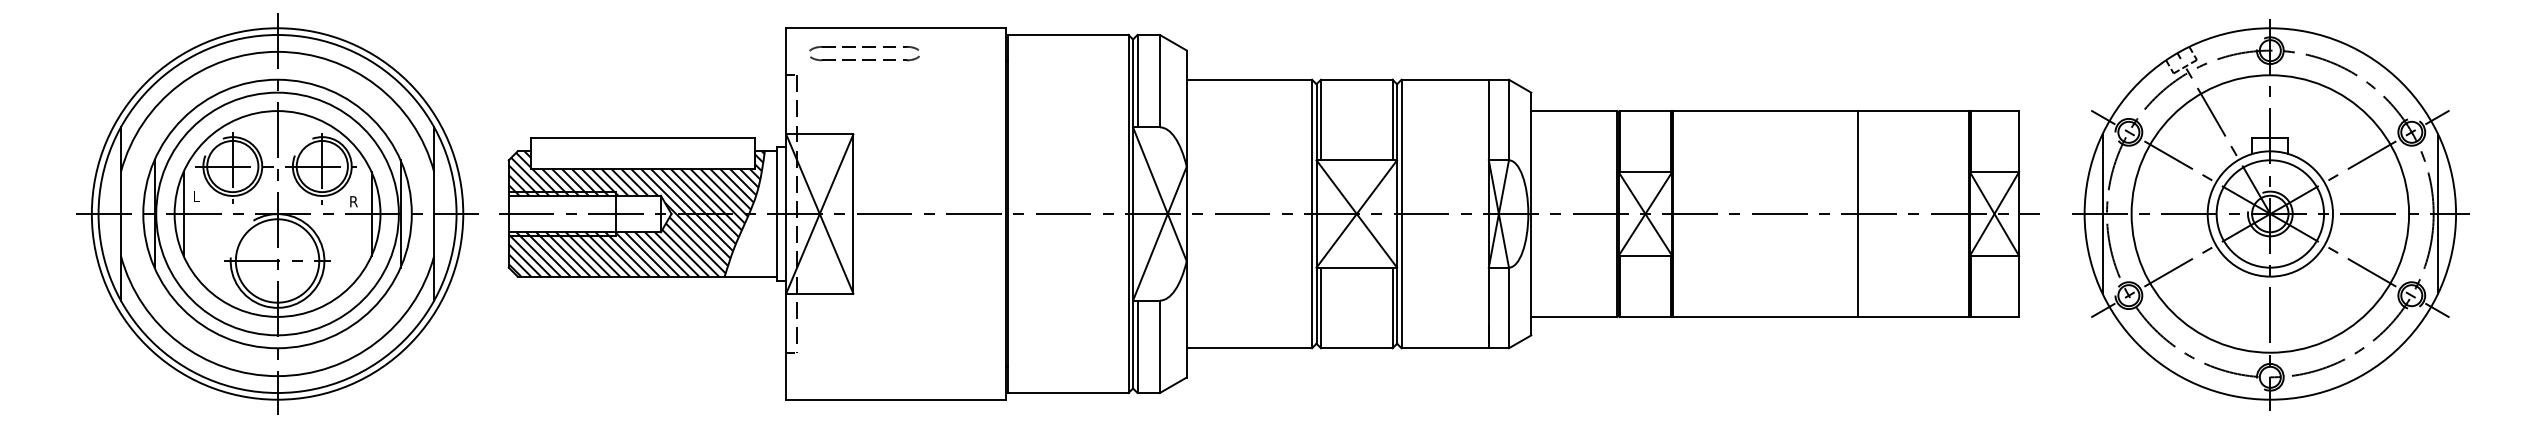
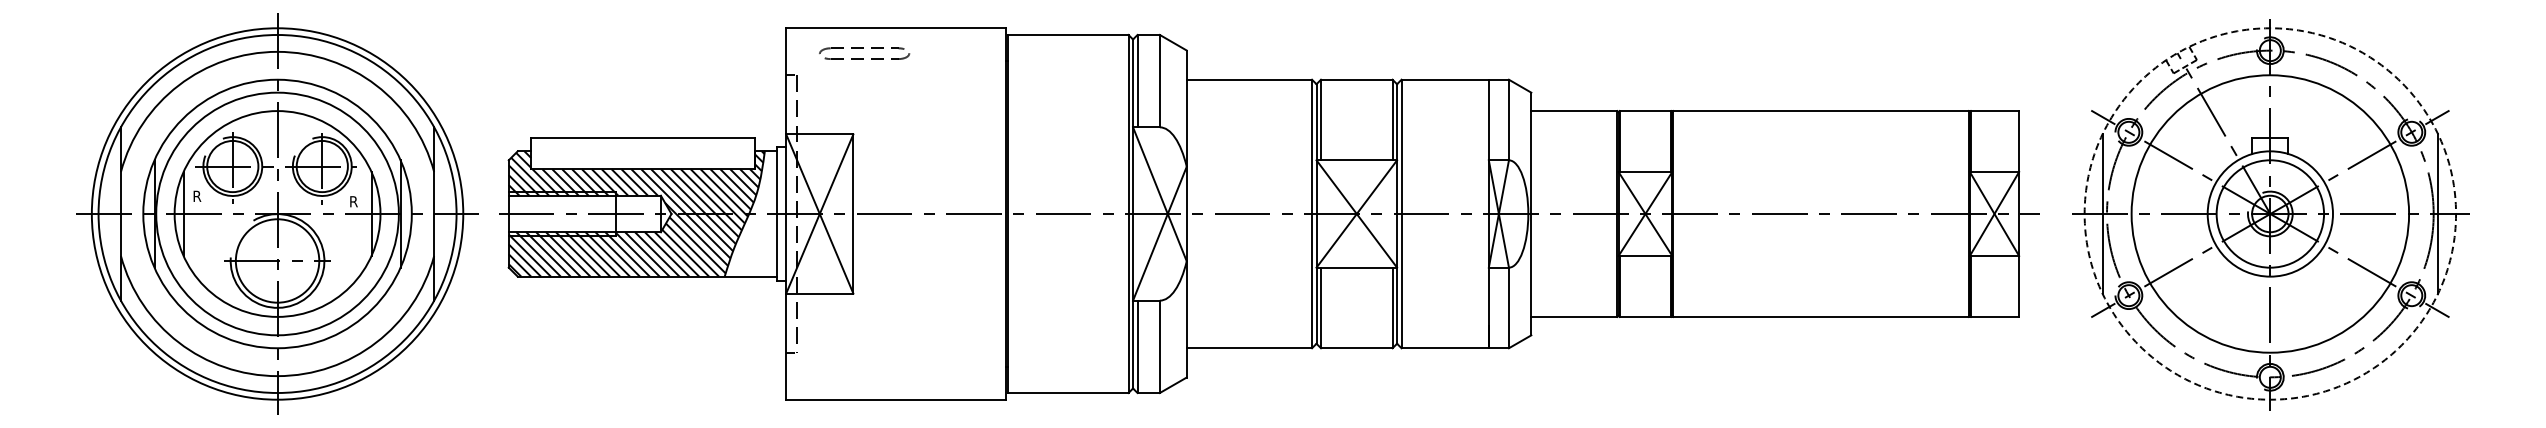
part at (864, 53) size: 111x16 px -> 92x13 px
text at (197, 195): L -> R
line at (1858, 213): present -> none
circle at (2270, 213): solid -> dashed
